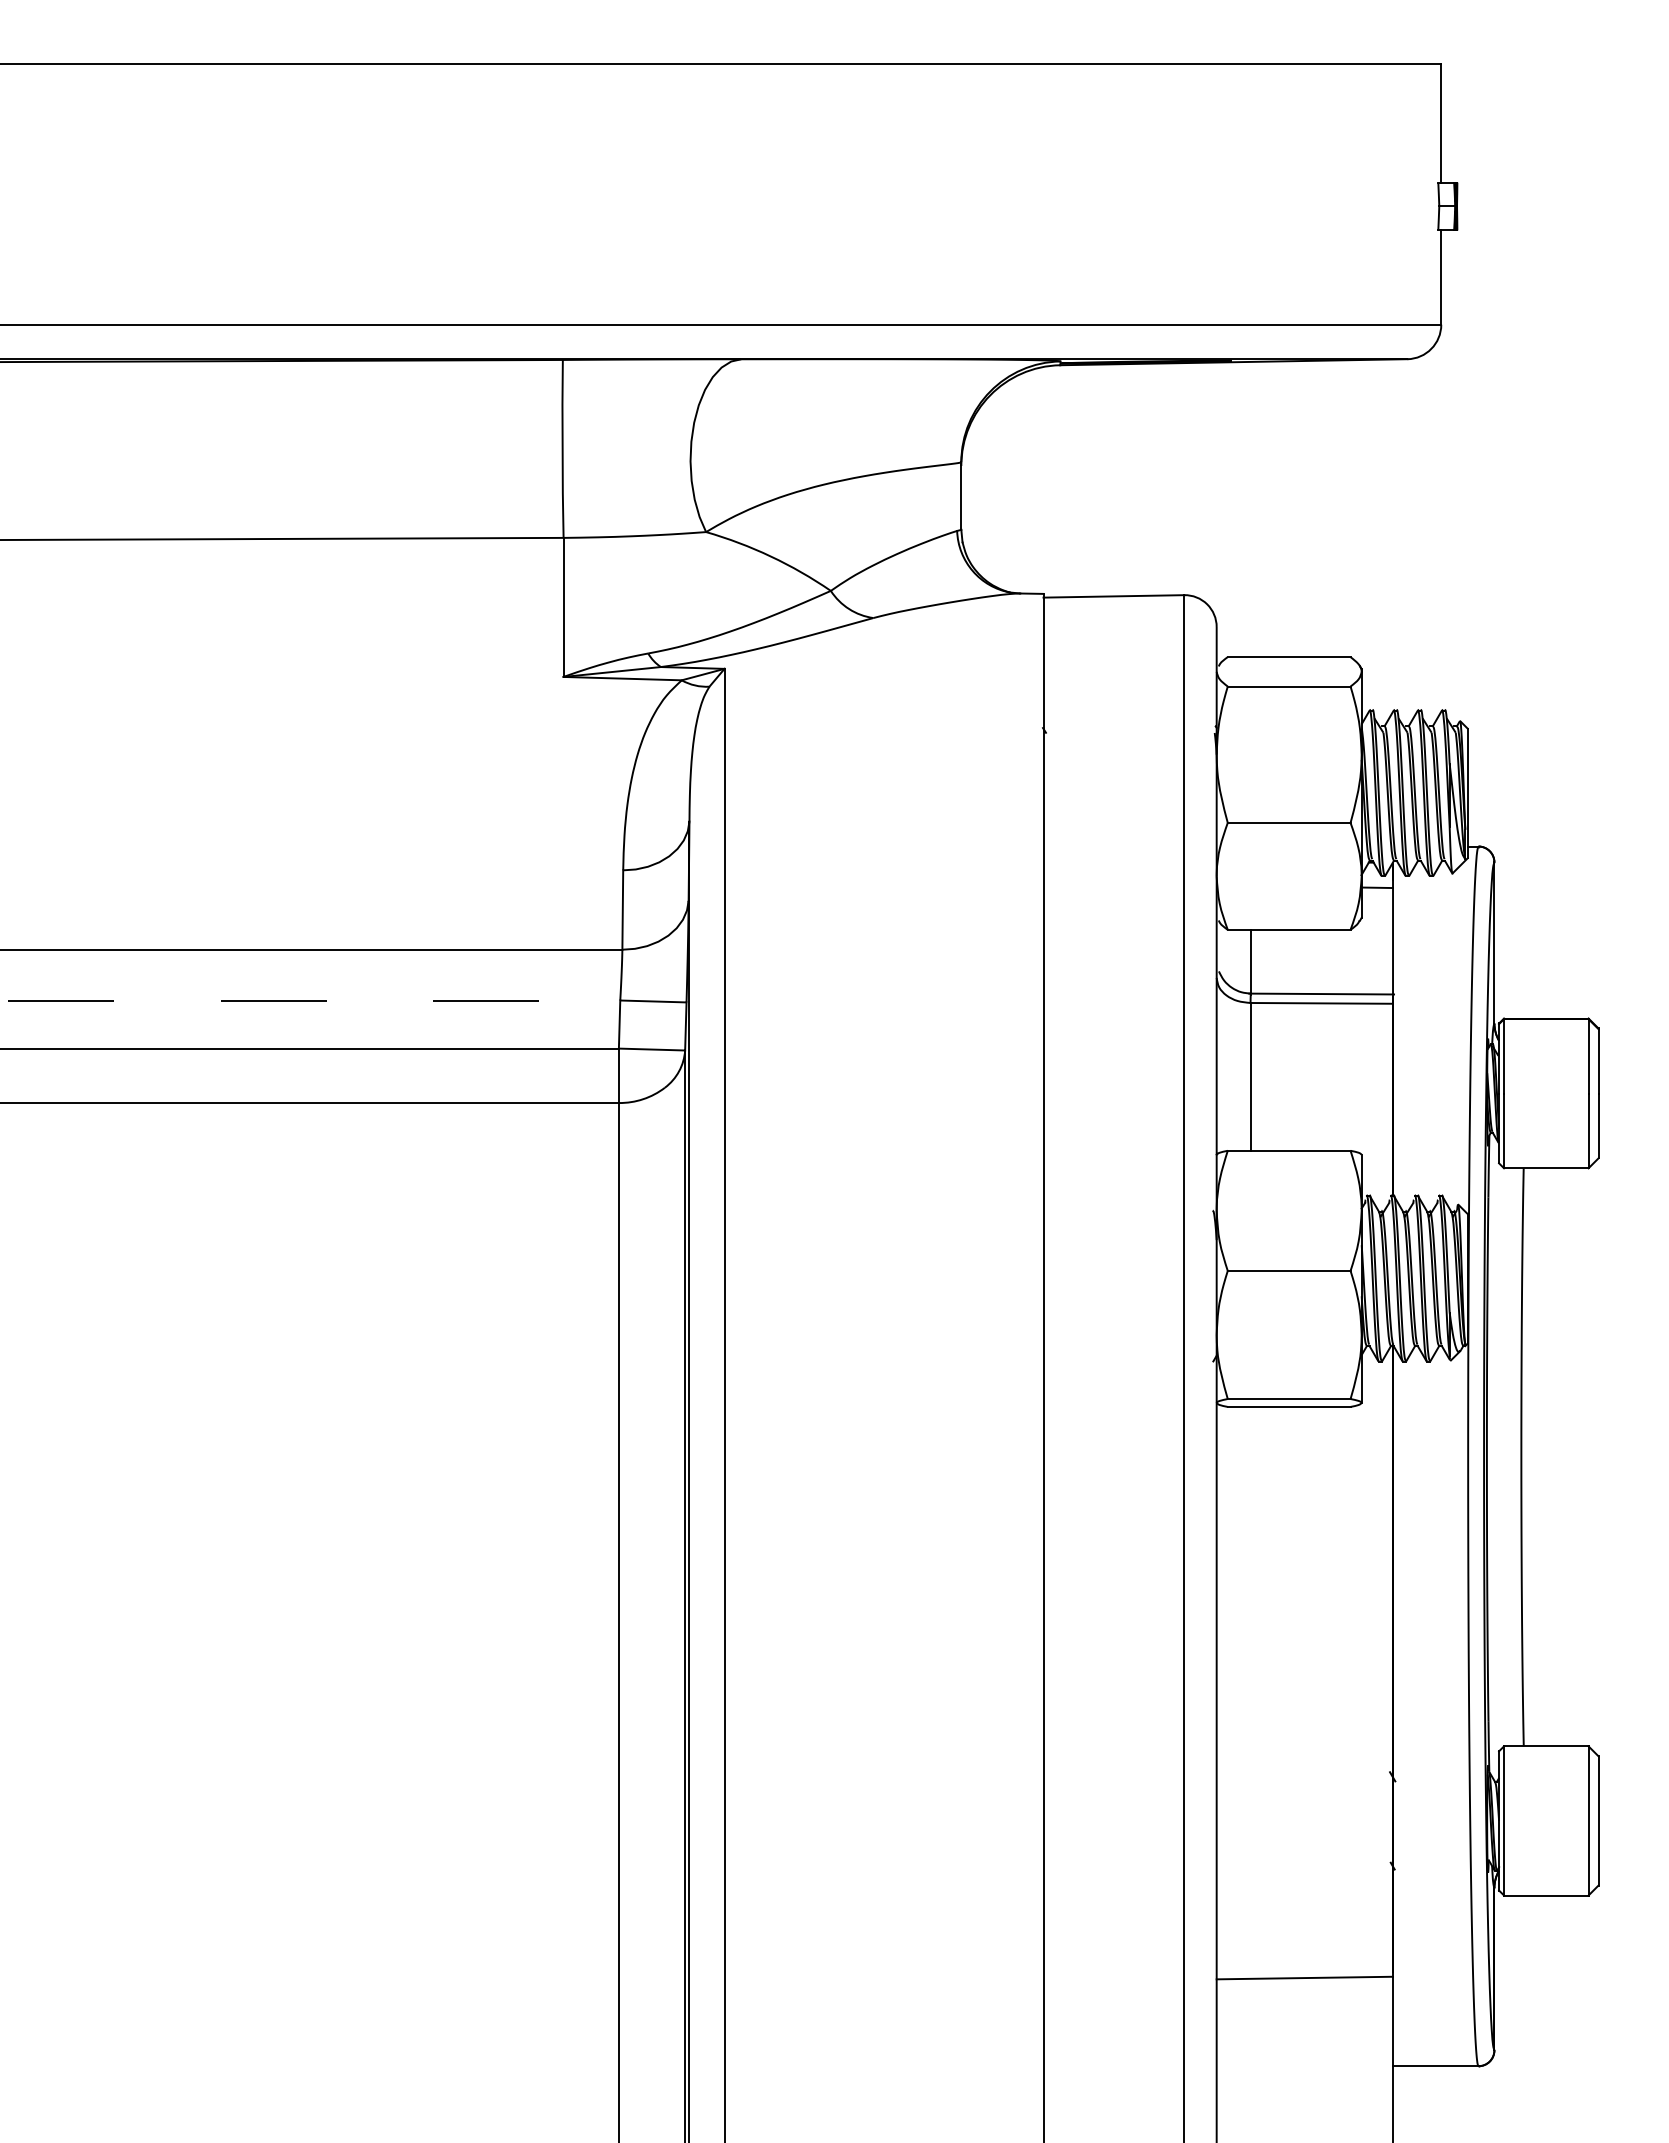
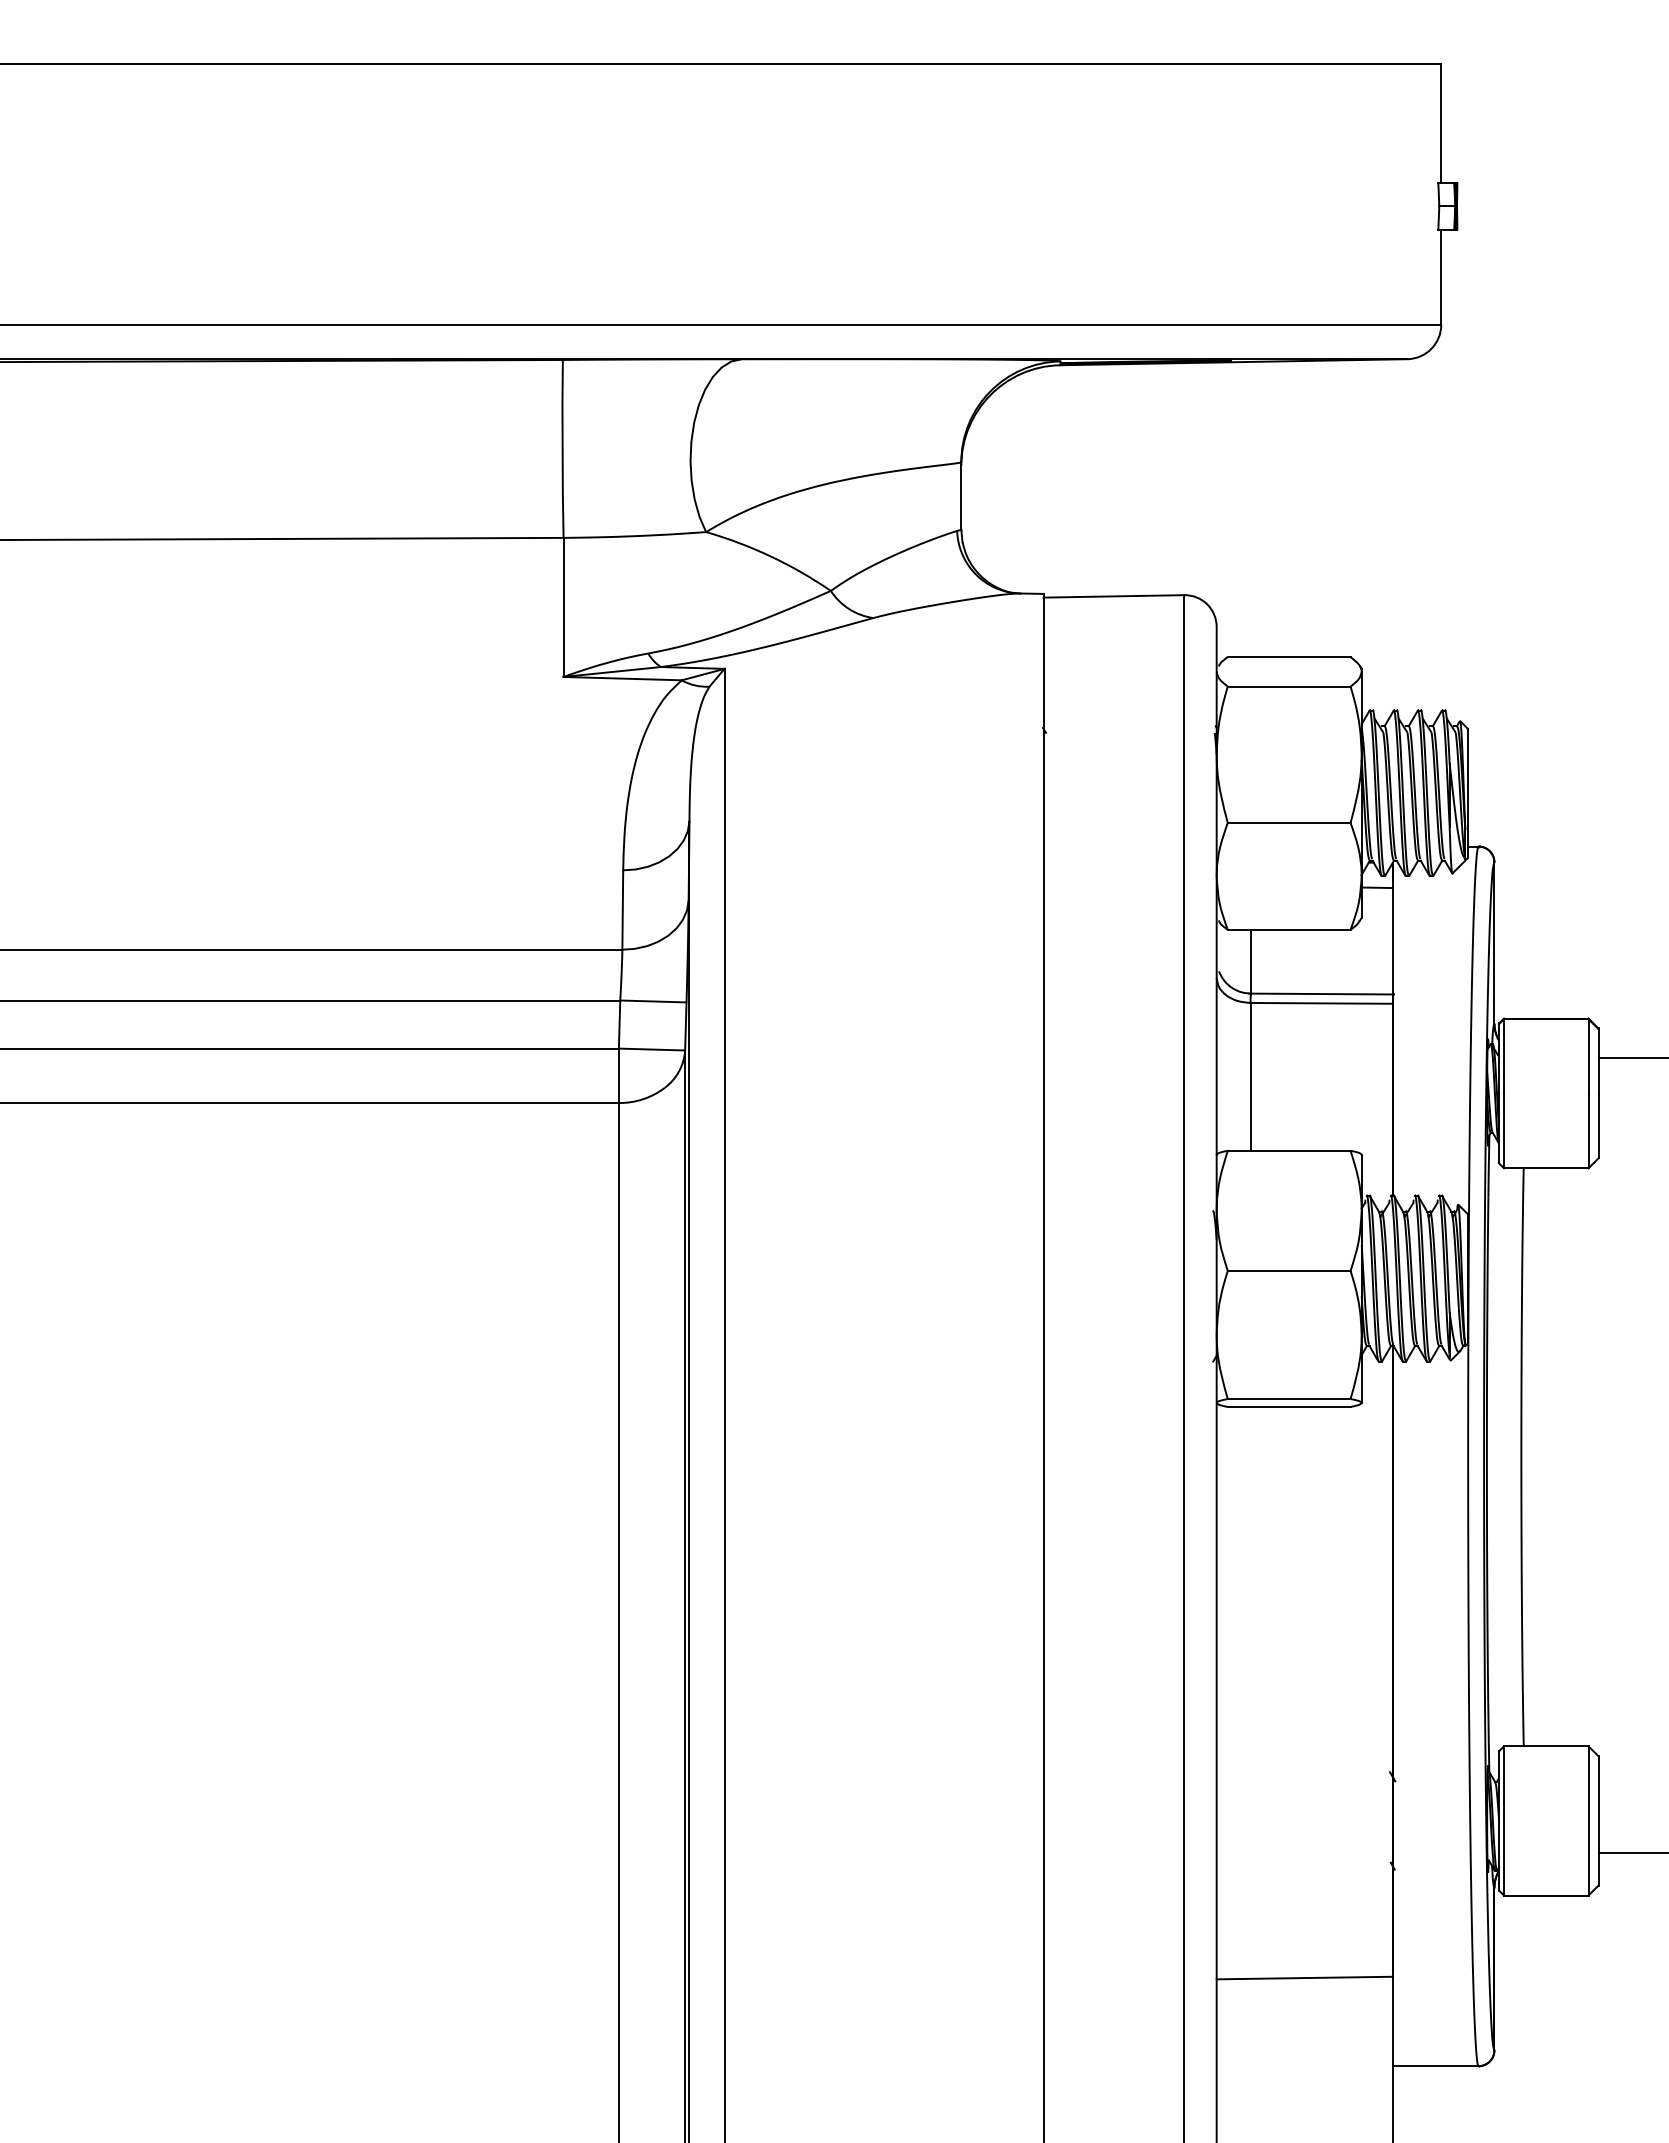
line at (310, 1000): dashed -> solid
line at (1631, 1058): none -> present
line at (1631, 1853): none -> present
